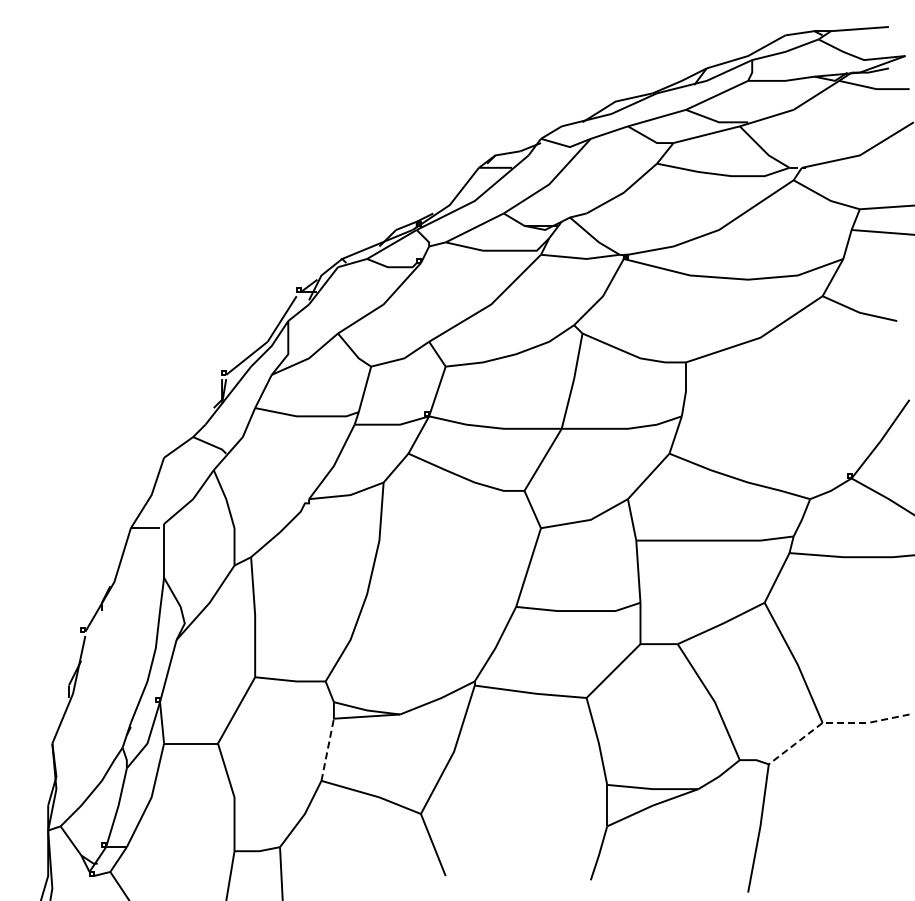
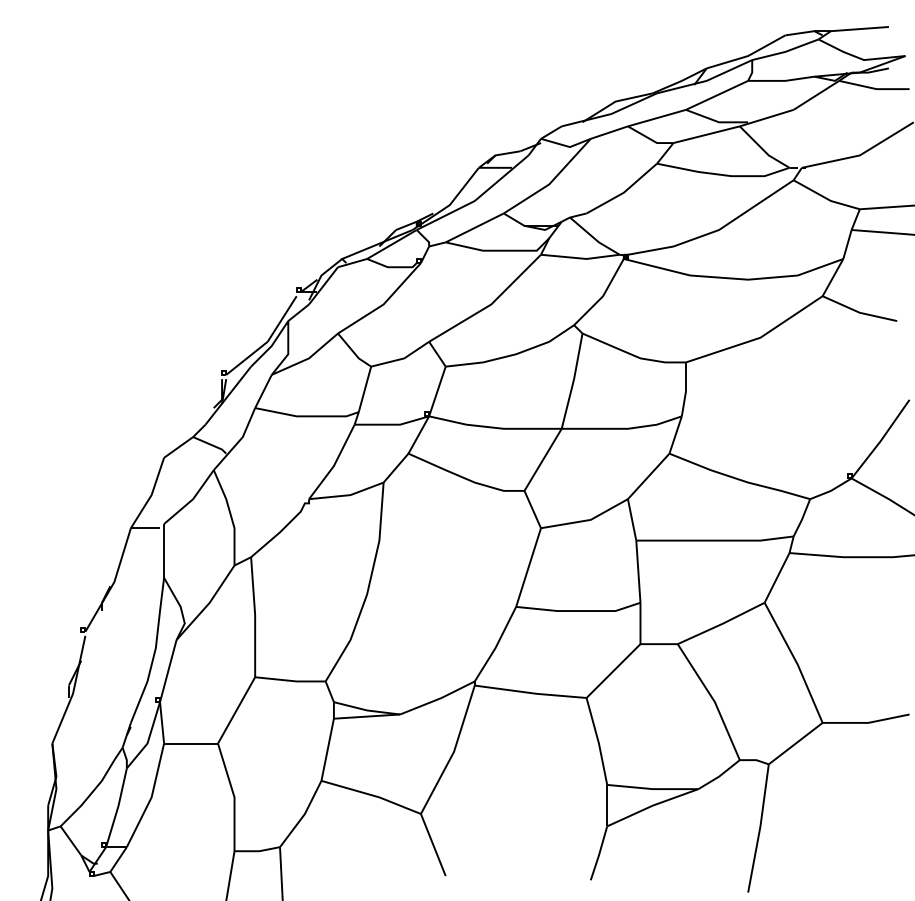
line at (832, 722): dashed -> solid
line at (327, 749): dashed -> solid
